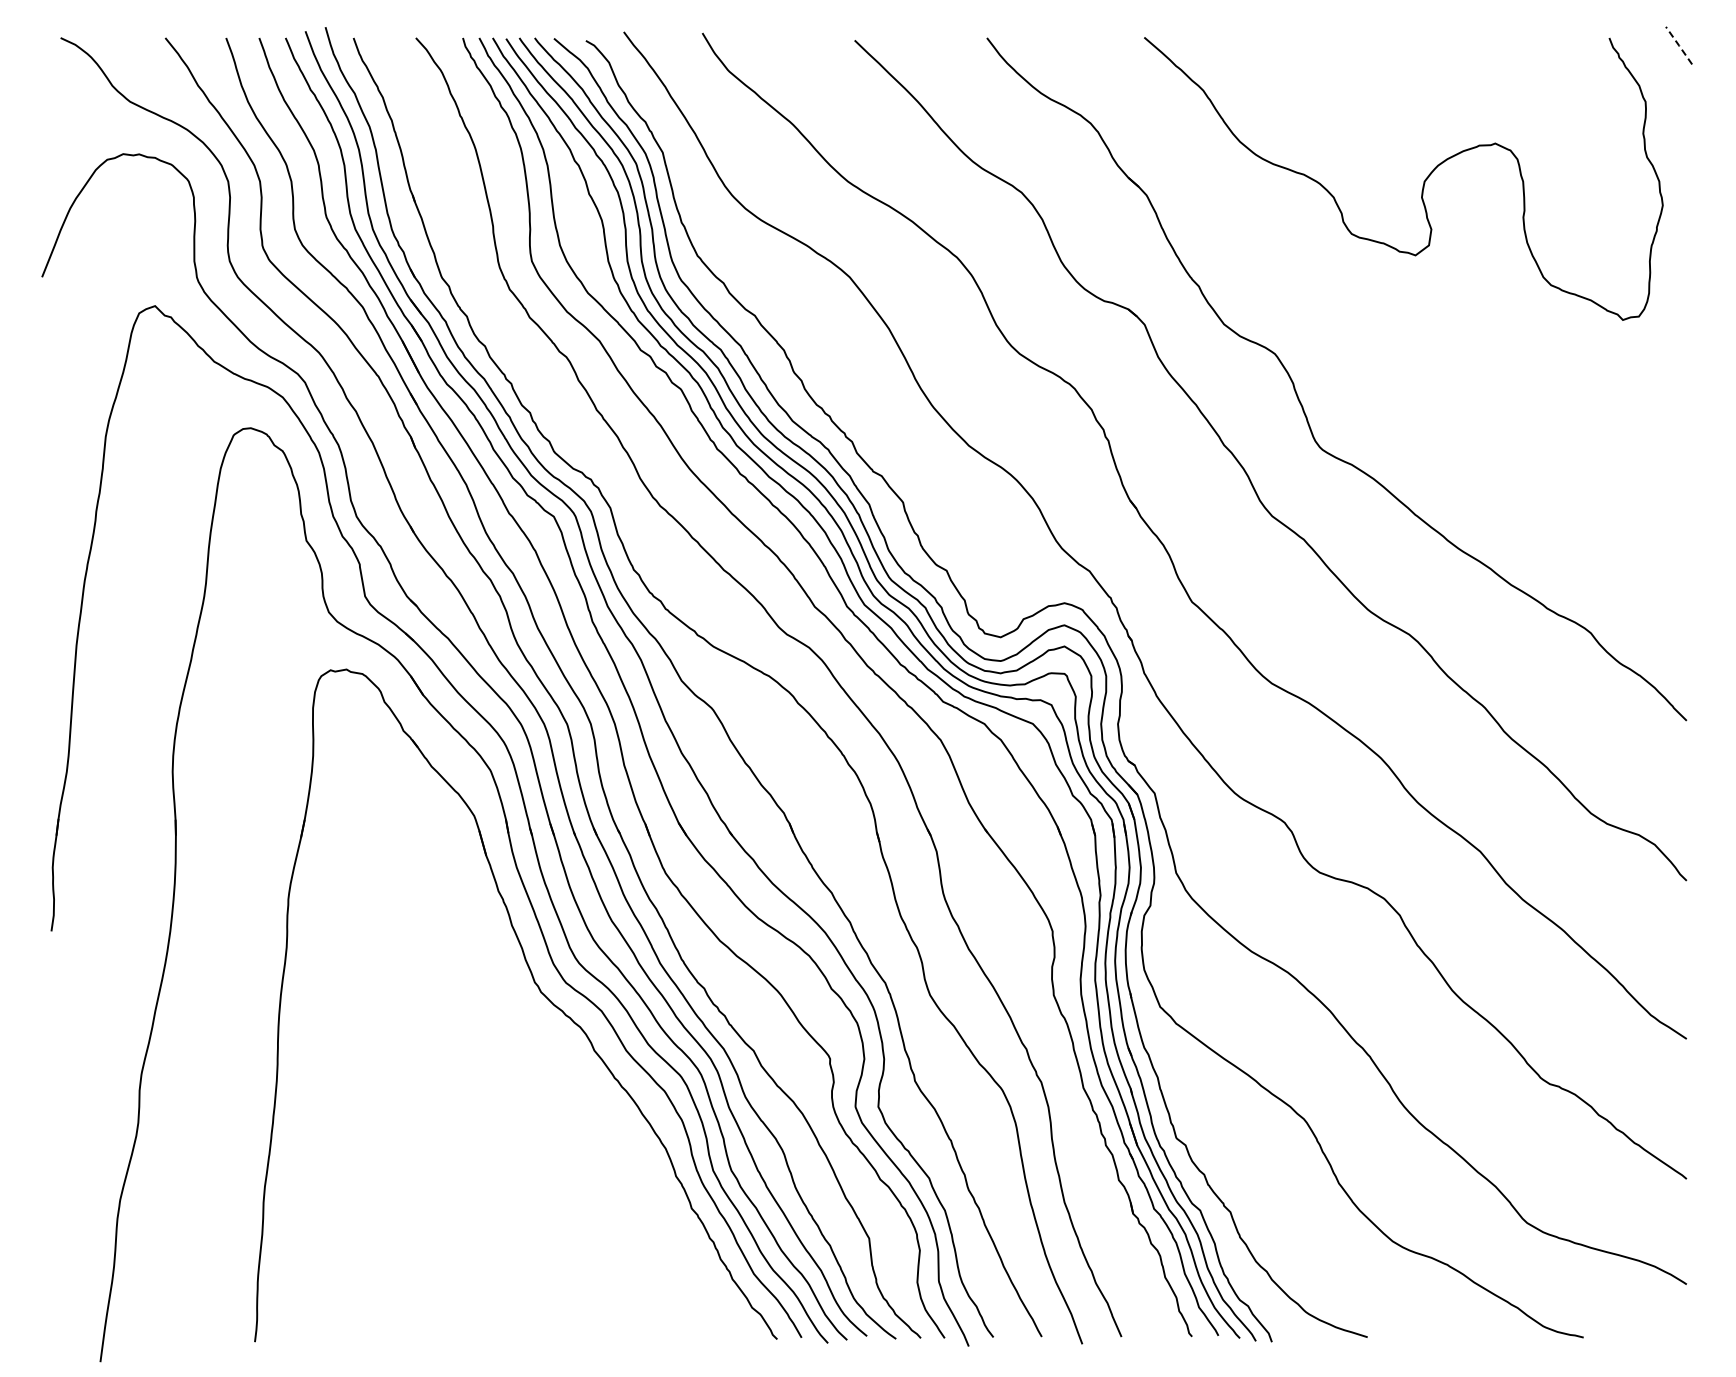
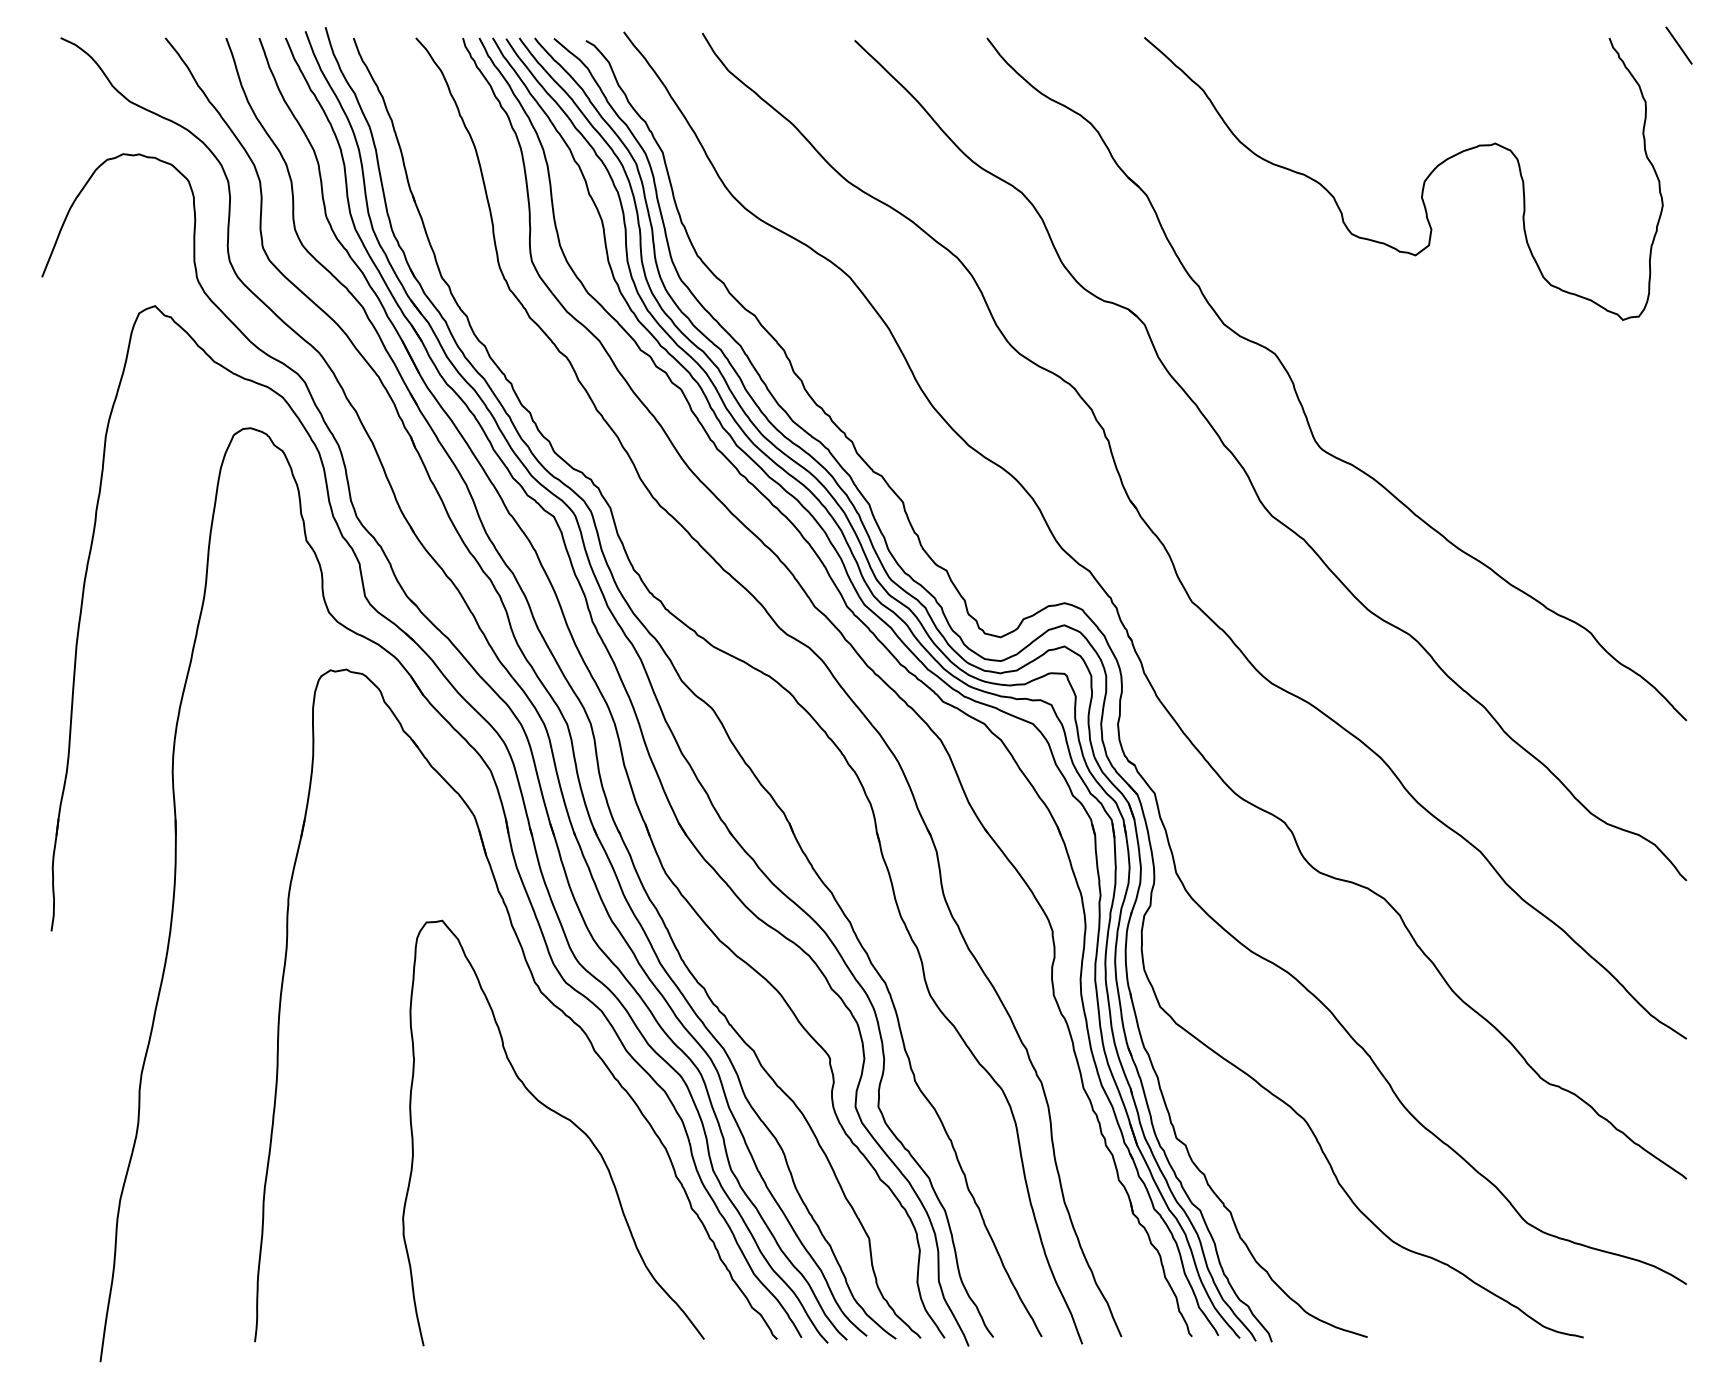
line at (1679, 45): dashed -> solid
curve at (560, 1116): none -> present
